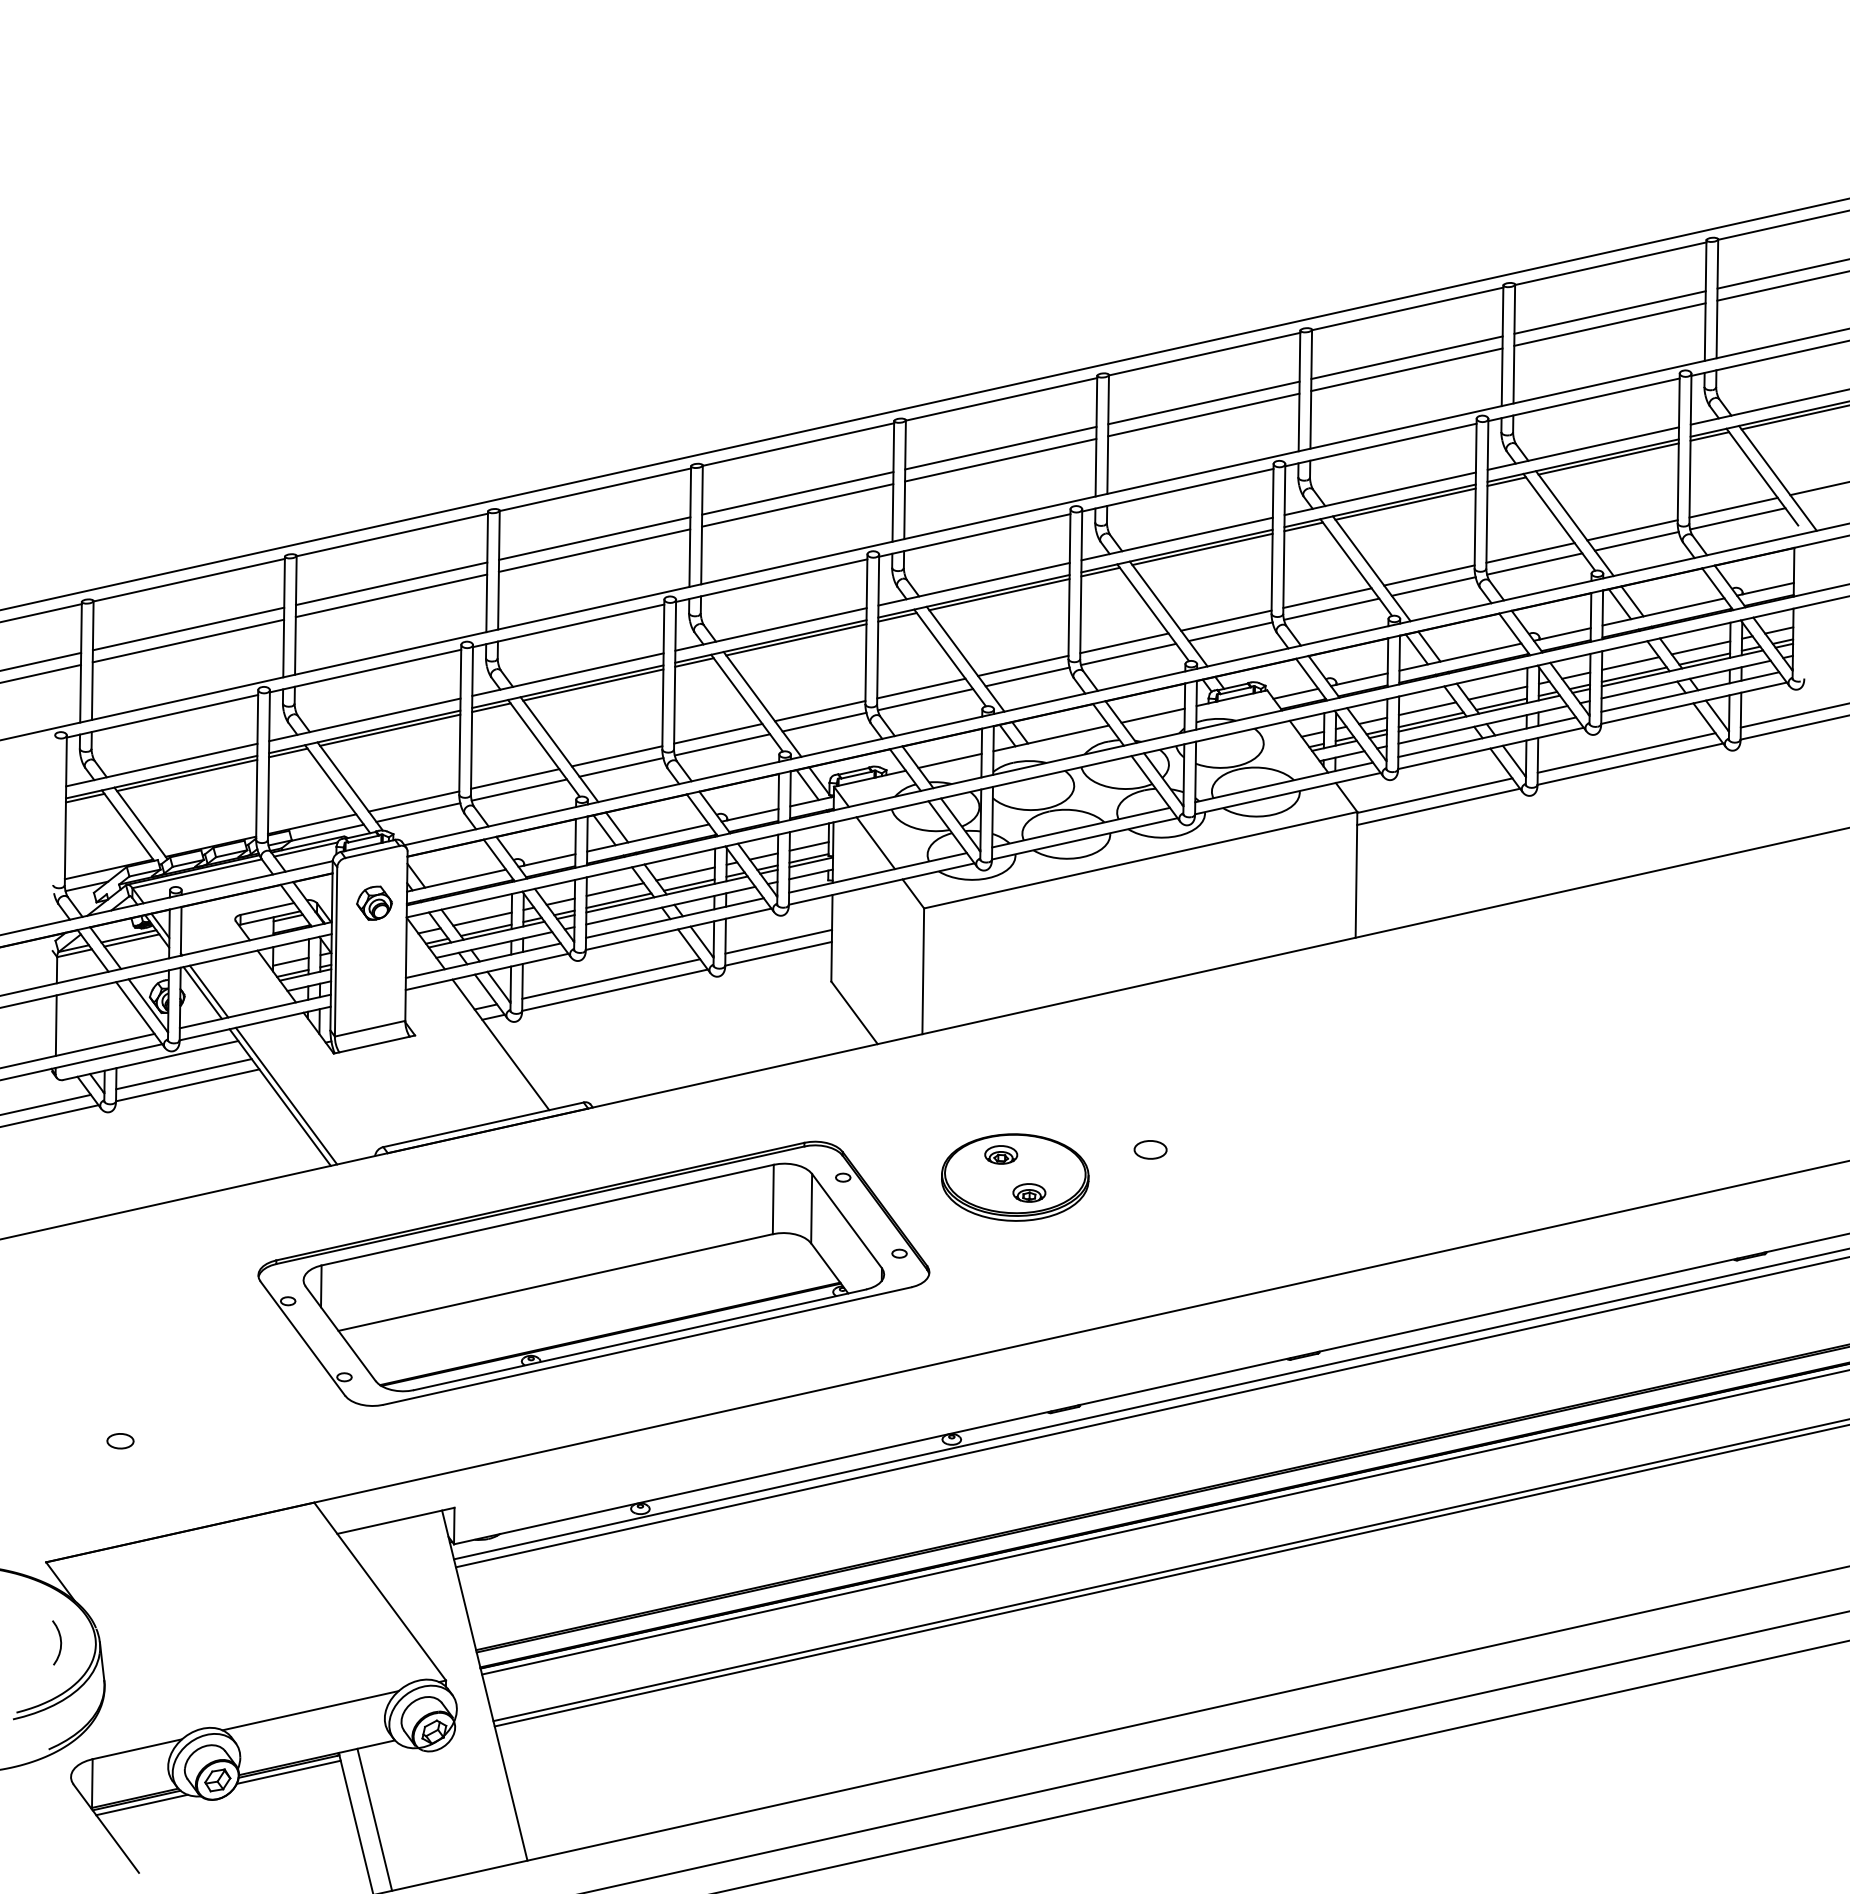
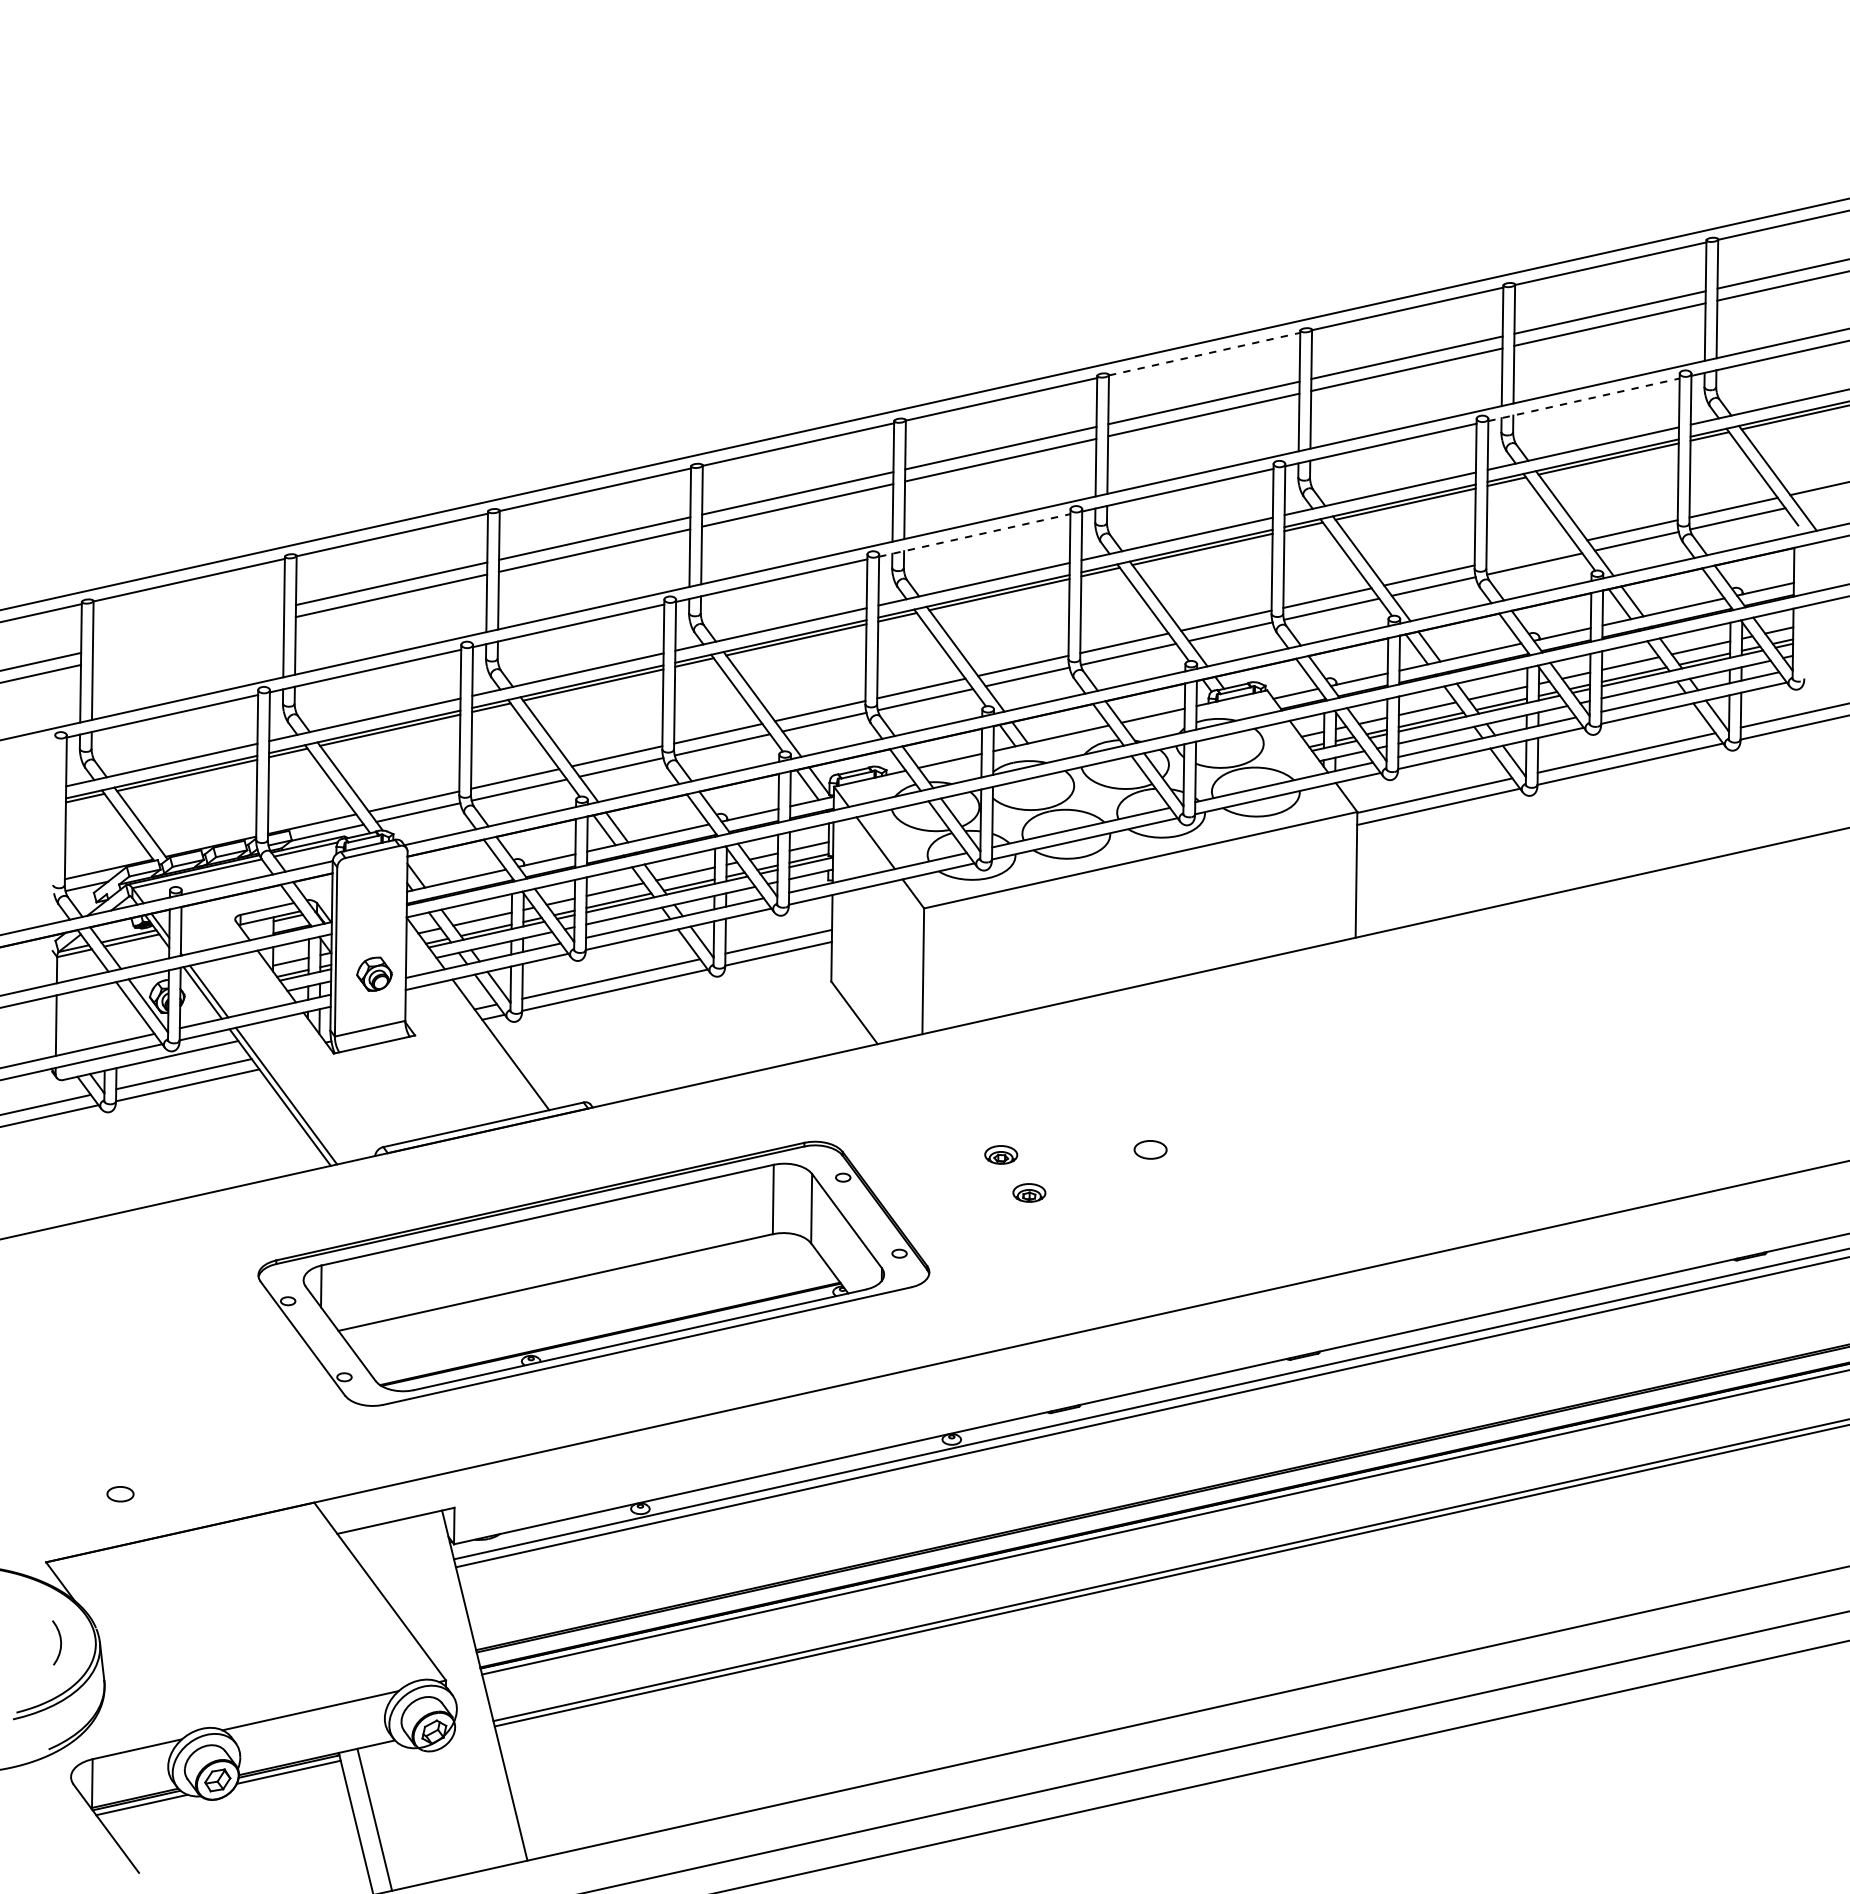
line at (1204, 354): solid -> dashed
line at (1584, 399): solid -> dashed
line at (974, 535): solid -> dashed
line at (1530, 552): present -> none
line at (188, 628): present -> none
line at (188, 640): present -> none
part at (374, 902) position: (374, 902) -> (374, 973)
part at (1015, 1177): present -> none
part at (120, 1441) position: (120, 1441) -> (120, 1494)
